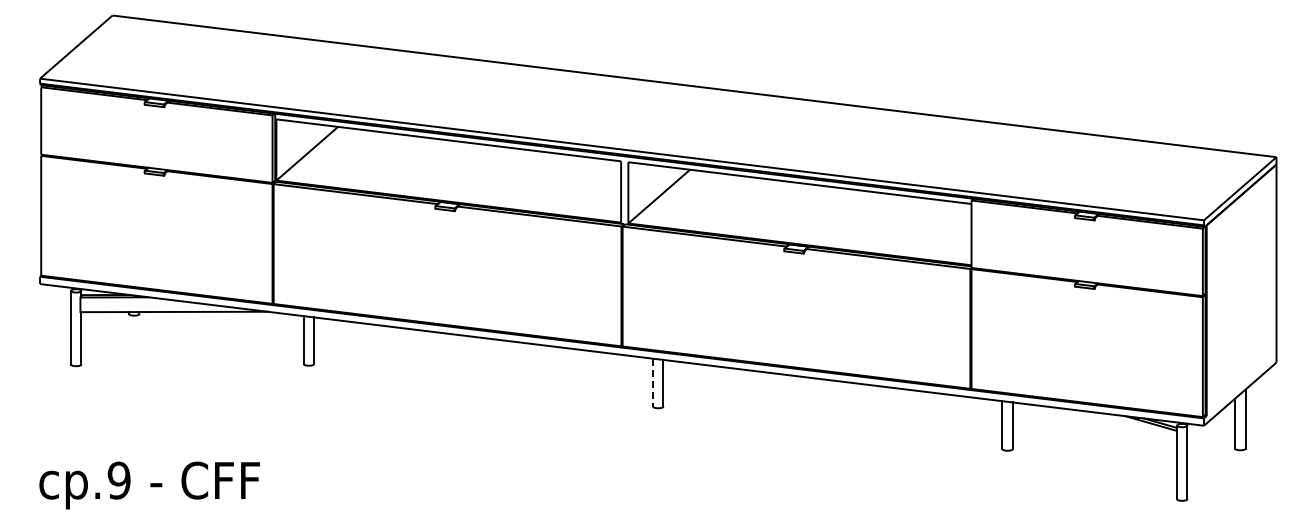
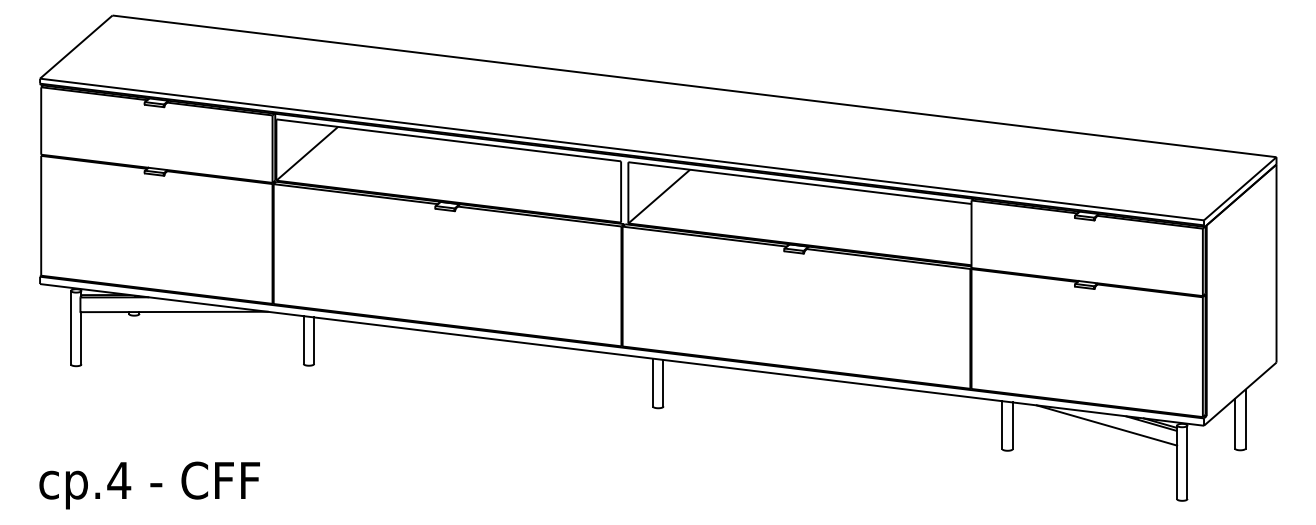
line at (653, 382): dashed -> solid
line at (1106, 425): none -> present
text at (119, 480): cp.9 -> cp.4
